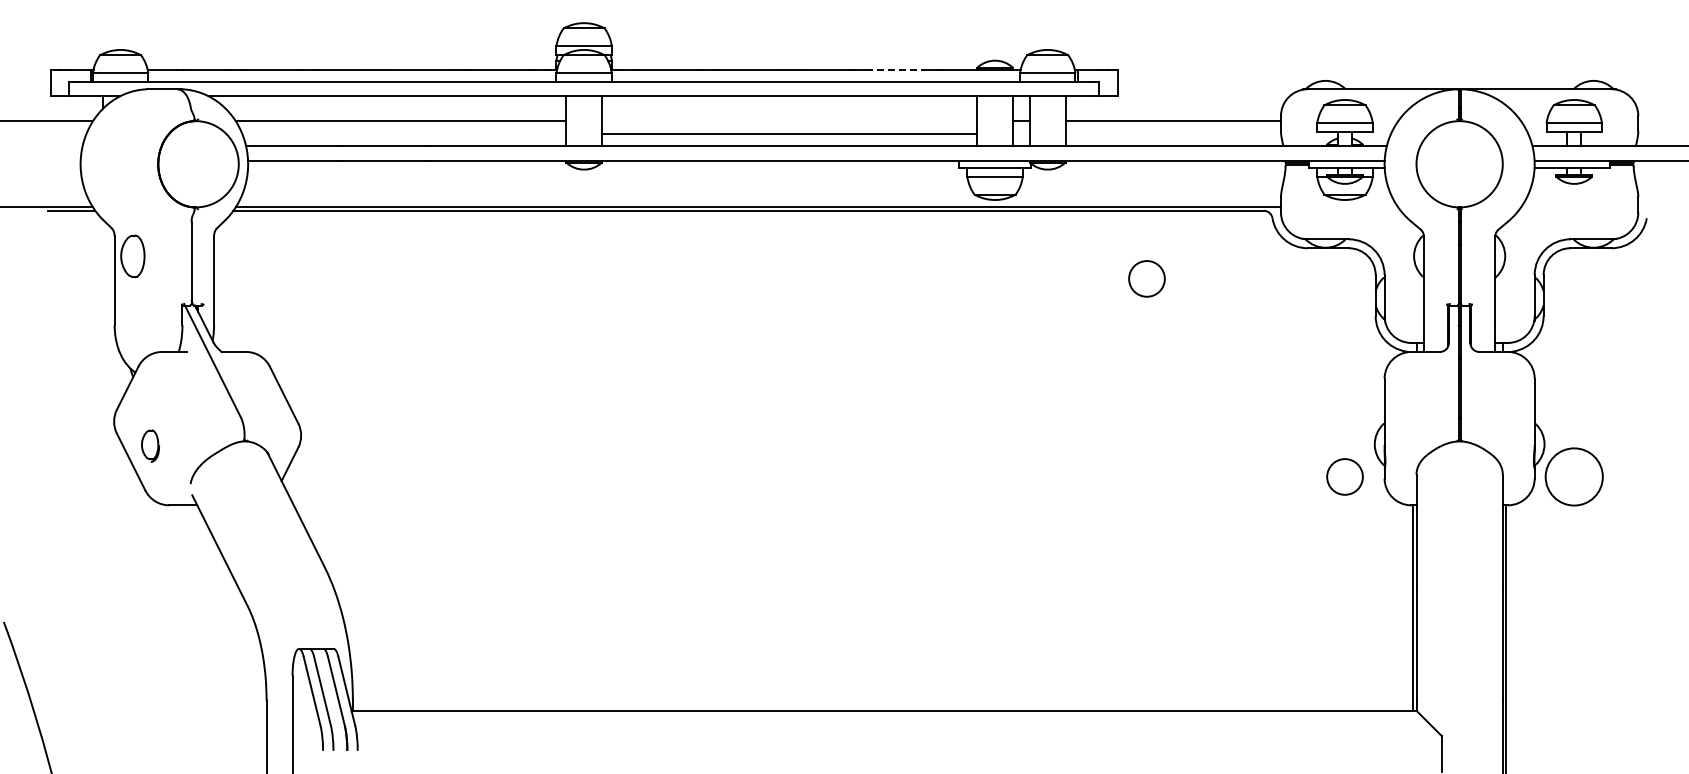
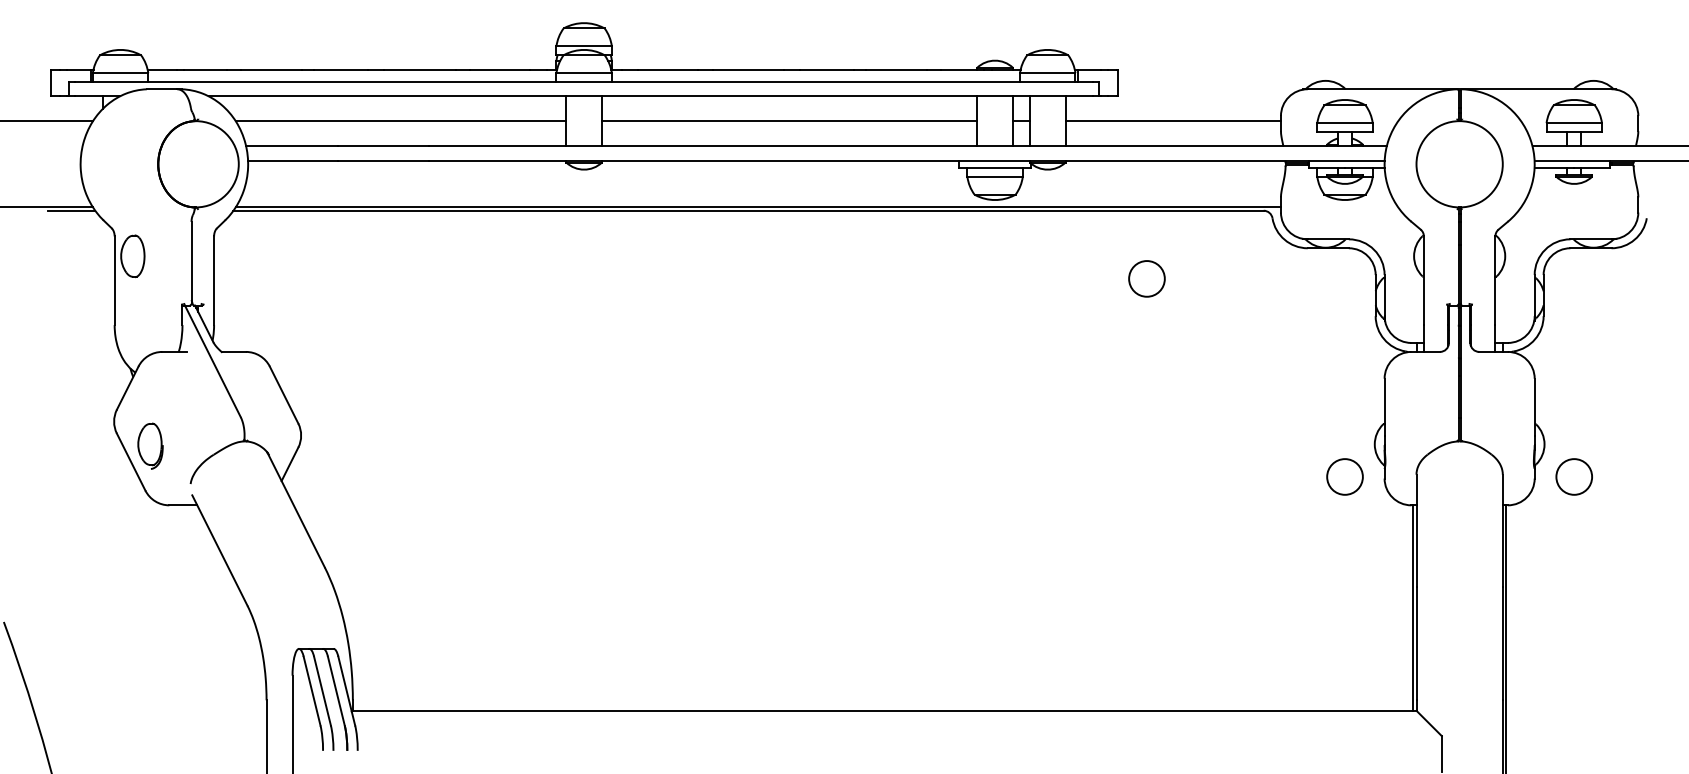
line at (896, 69): dashed -> solid
line at (789, 134) position: (789, 134) -> (789, 121)
part at (150, 445) size: 19x34 px -> 27x48 px
circle at (1573, 476) diameter: 57 px -> 36 px
